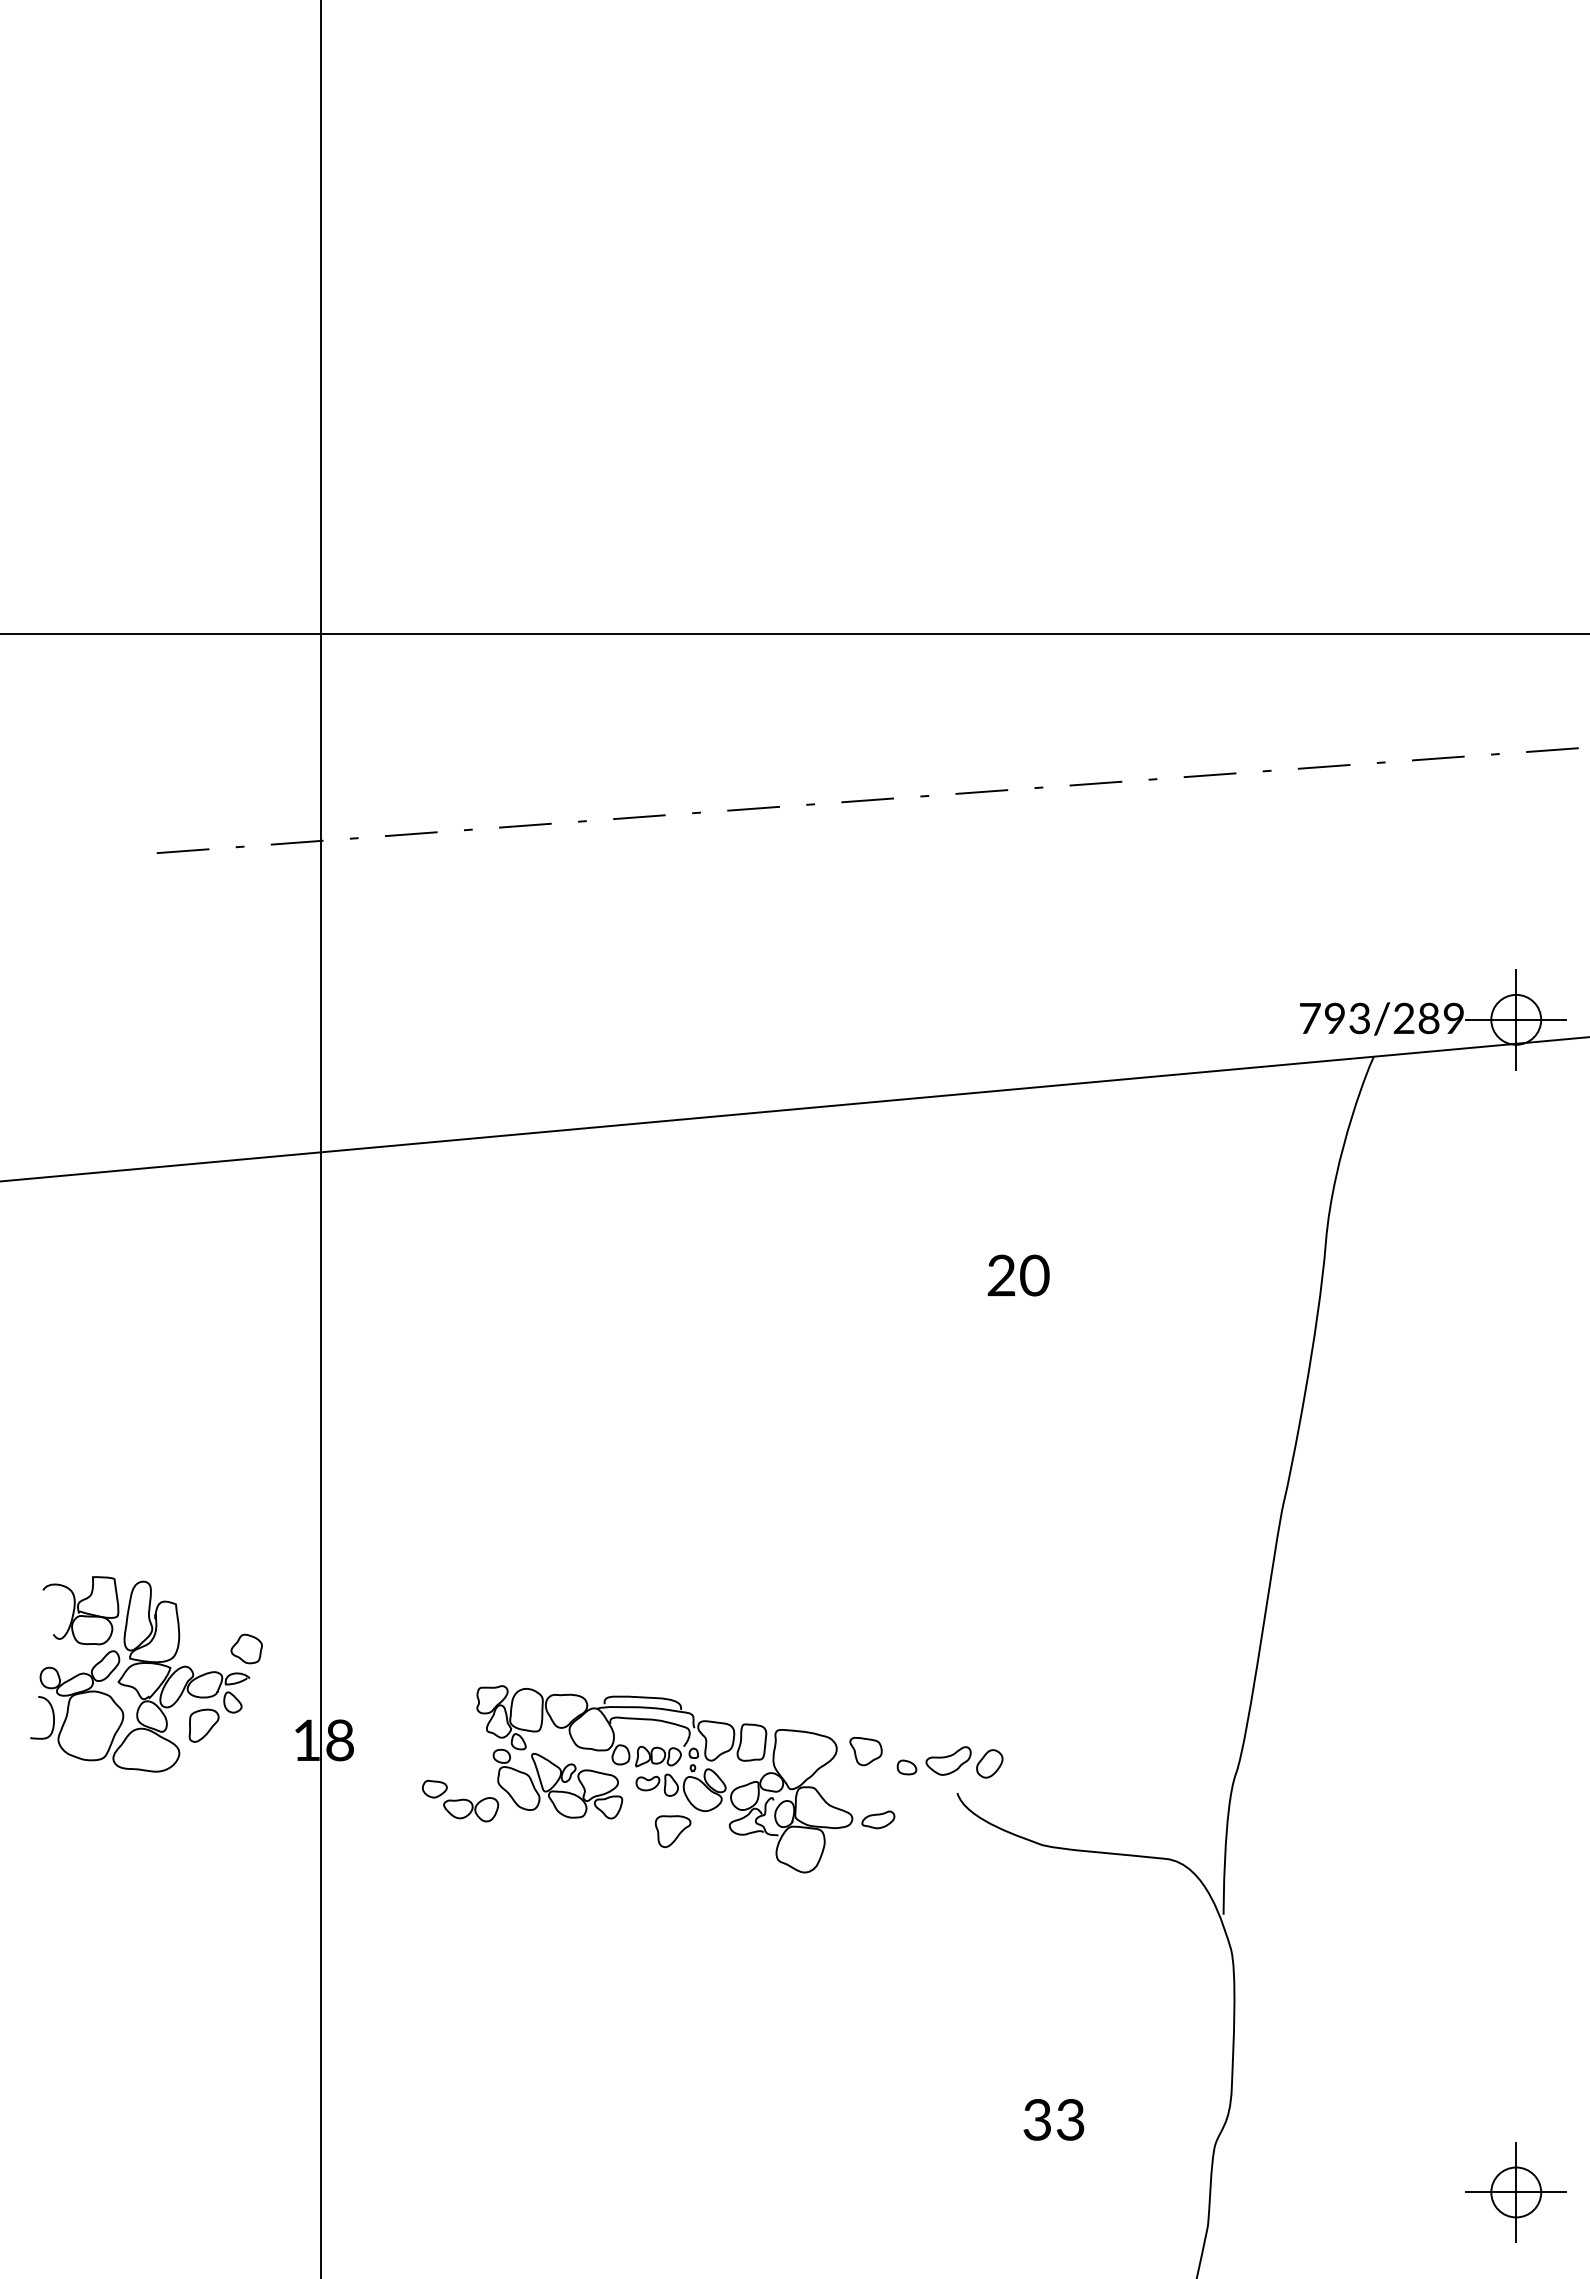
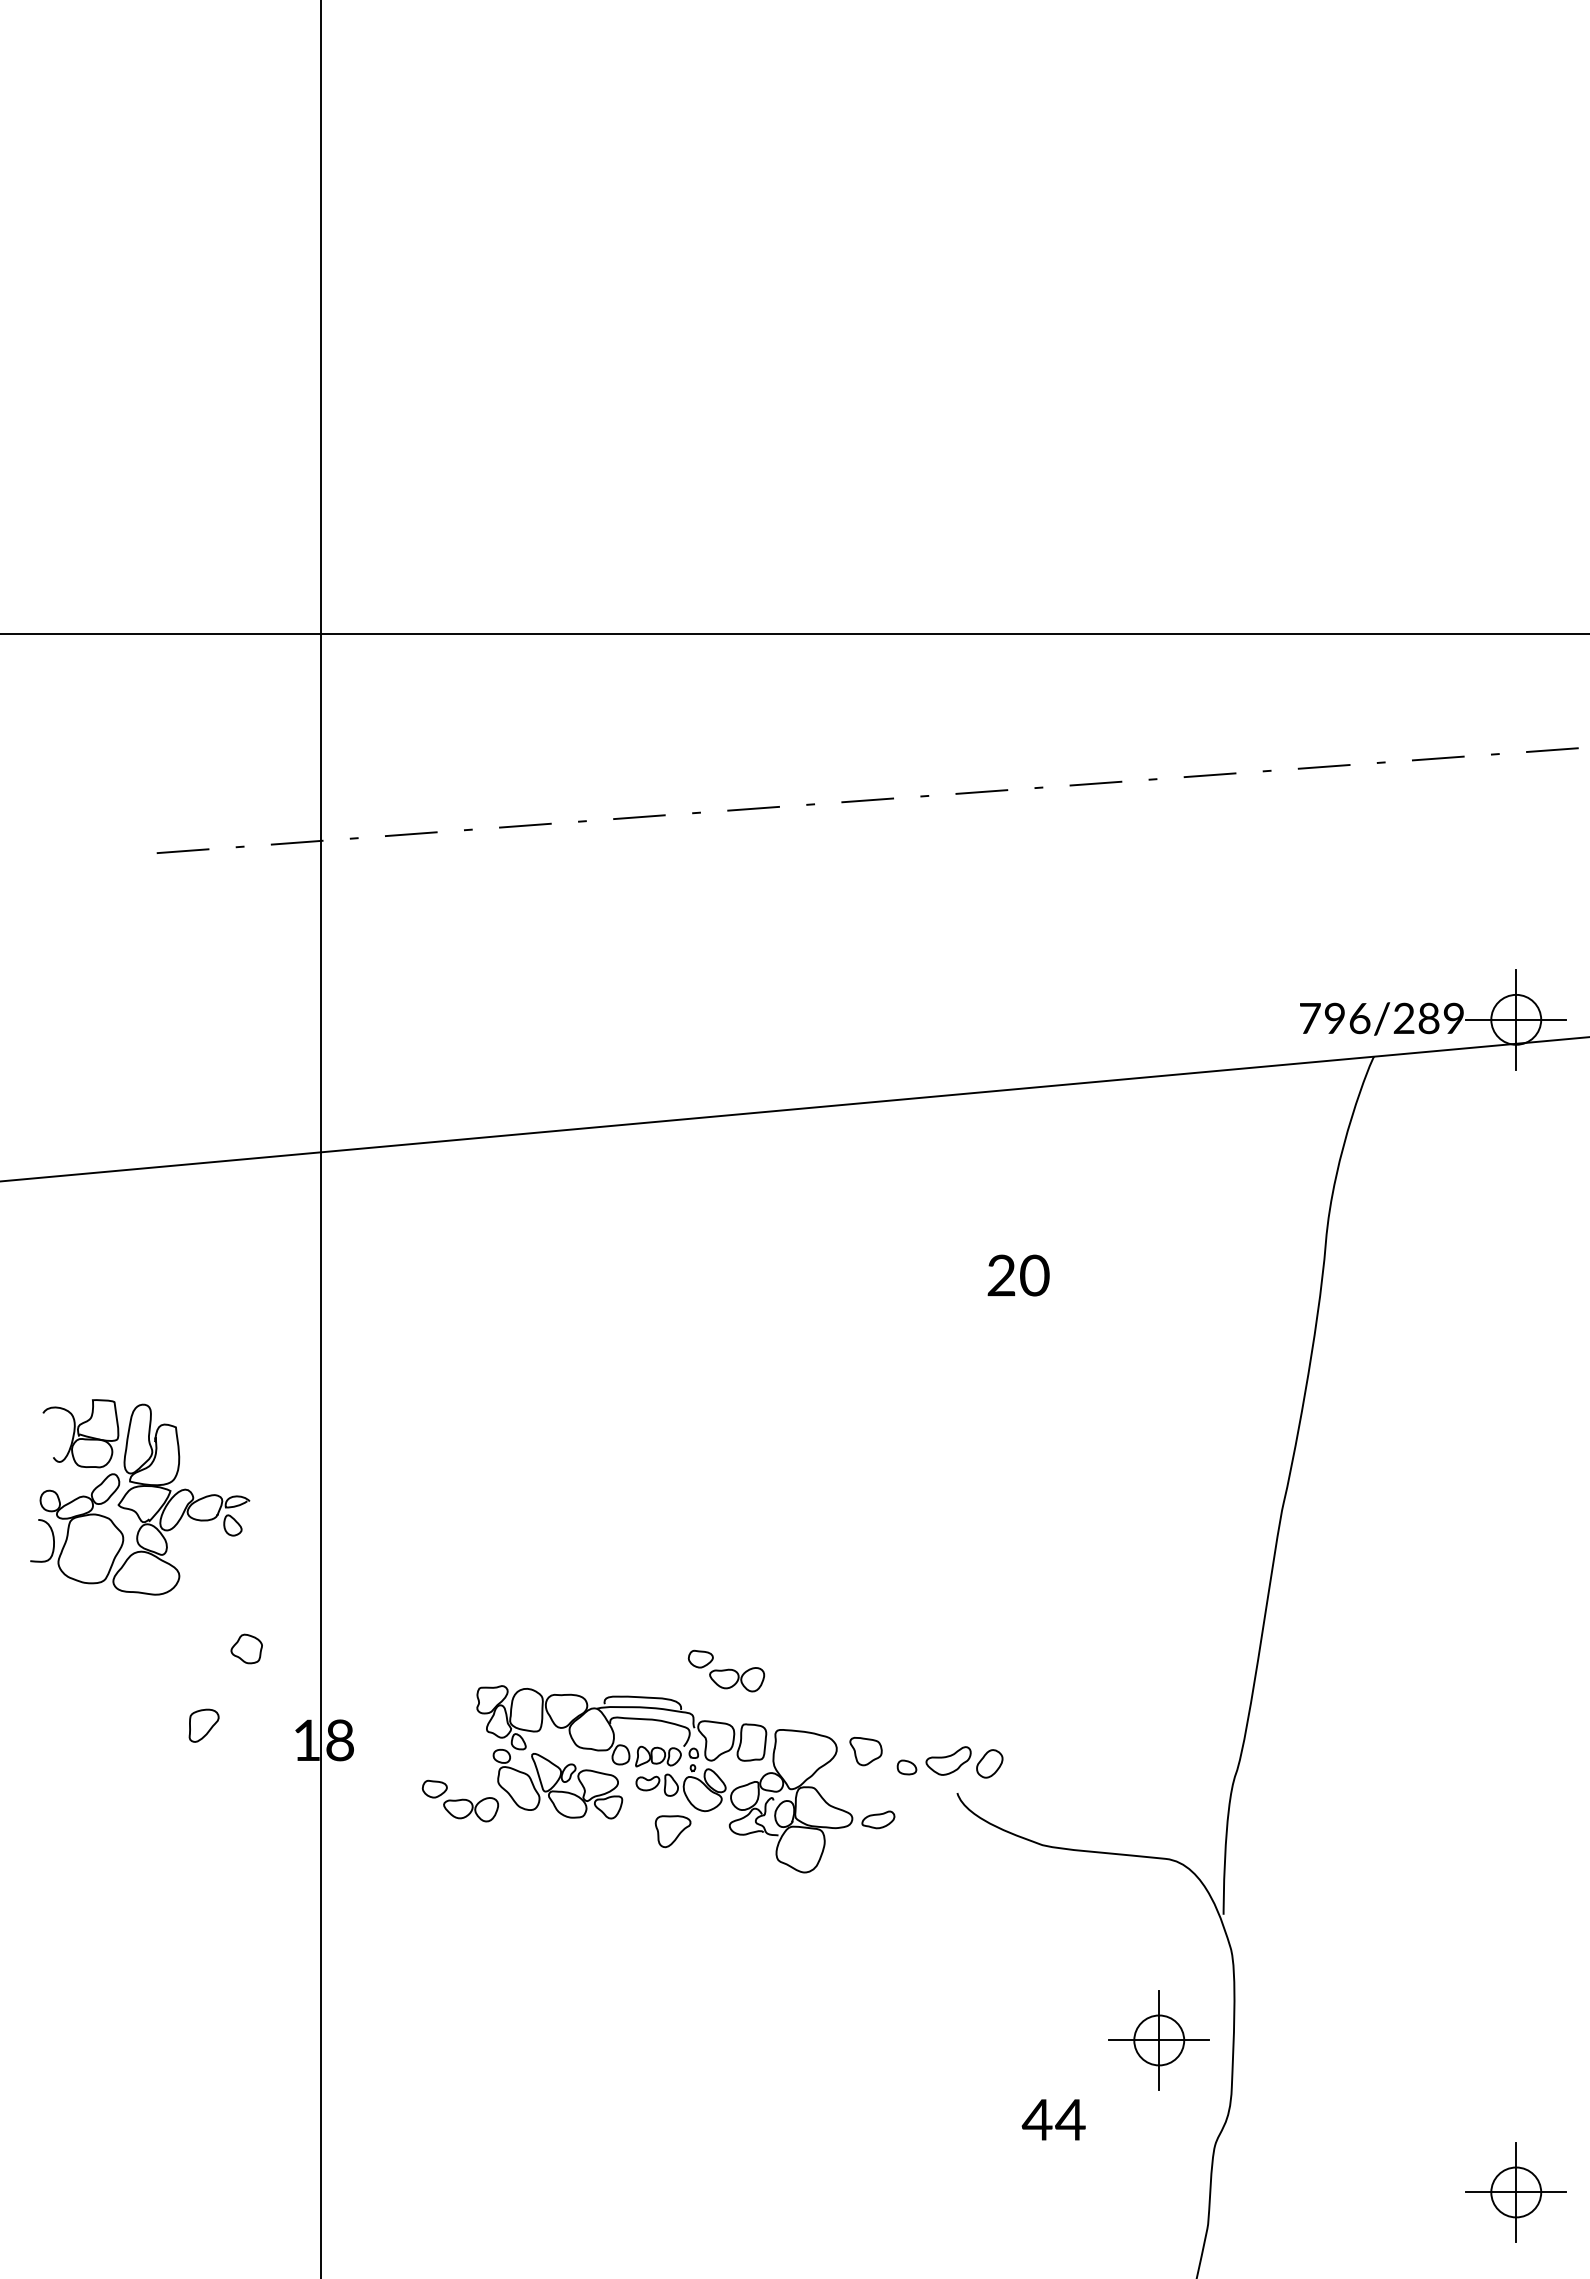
text at (1359, 1017): 793/289 -> 796/289
part at (726, 1670): none -> present
part at (140, 1674) position: (140, 1674) -> (140, 1497)
part at (1158, 2040): none -> present
text at (1053, 2119): 33 -> 44
